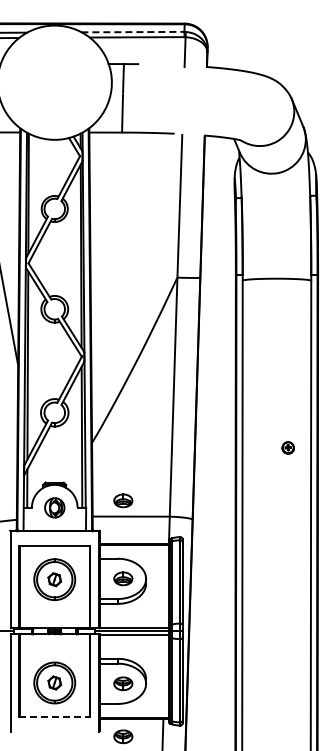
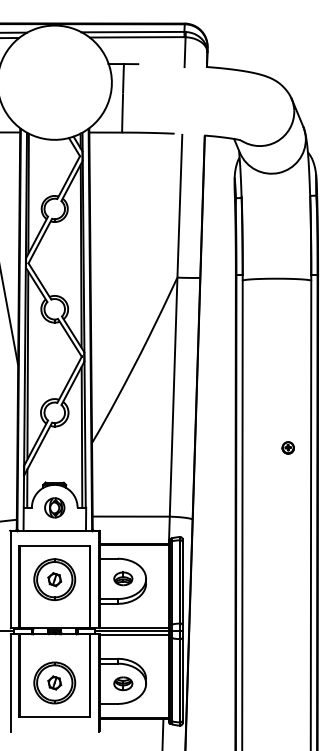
line at (132, 32): dashed -> solid
part at (123, 500): present -> none
line at (55, 717): dashed -> solid
part at (123, 736): present -> none
